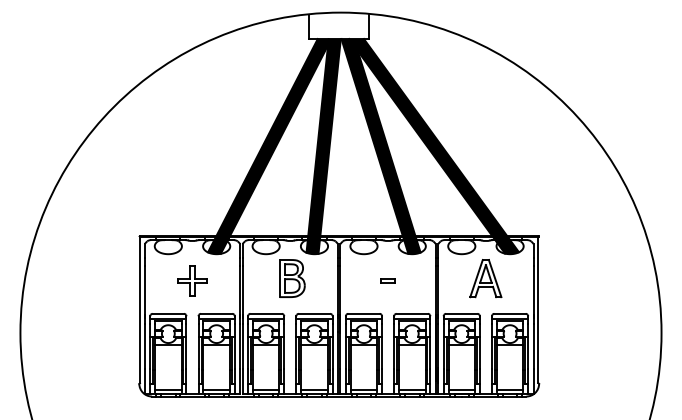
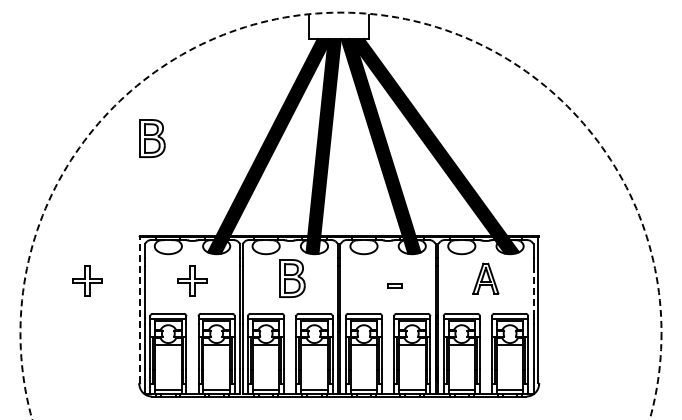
part at (152, 138): none -> present
circle at (340, 215): solid -> dashed
part at (485, 278) size: 34x40 px -> 28x33 px
part at (87, 280): none -> present
part at (387, 280) position: (387, 280) -> (394, 285)
line at (533, 290): solid -> dashed
line at (139, 309): solid -> dashed
